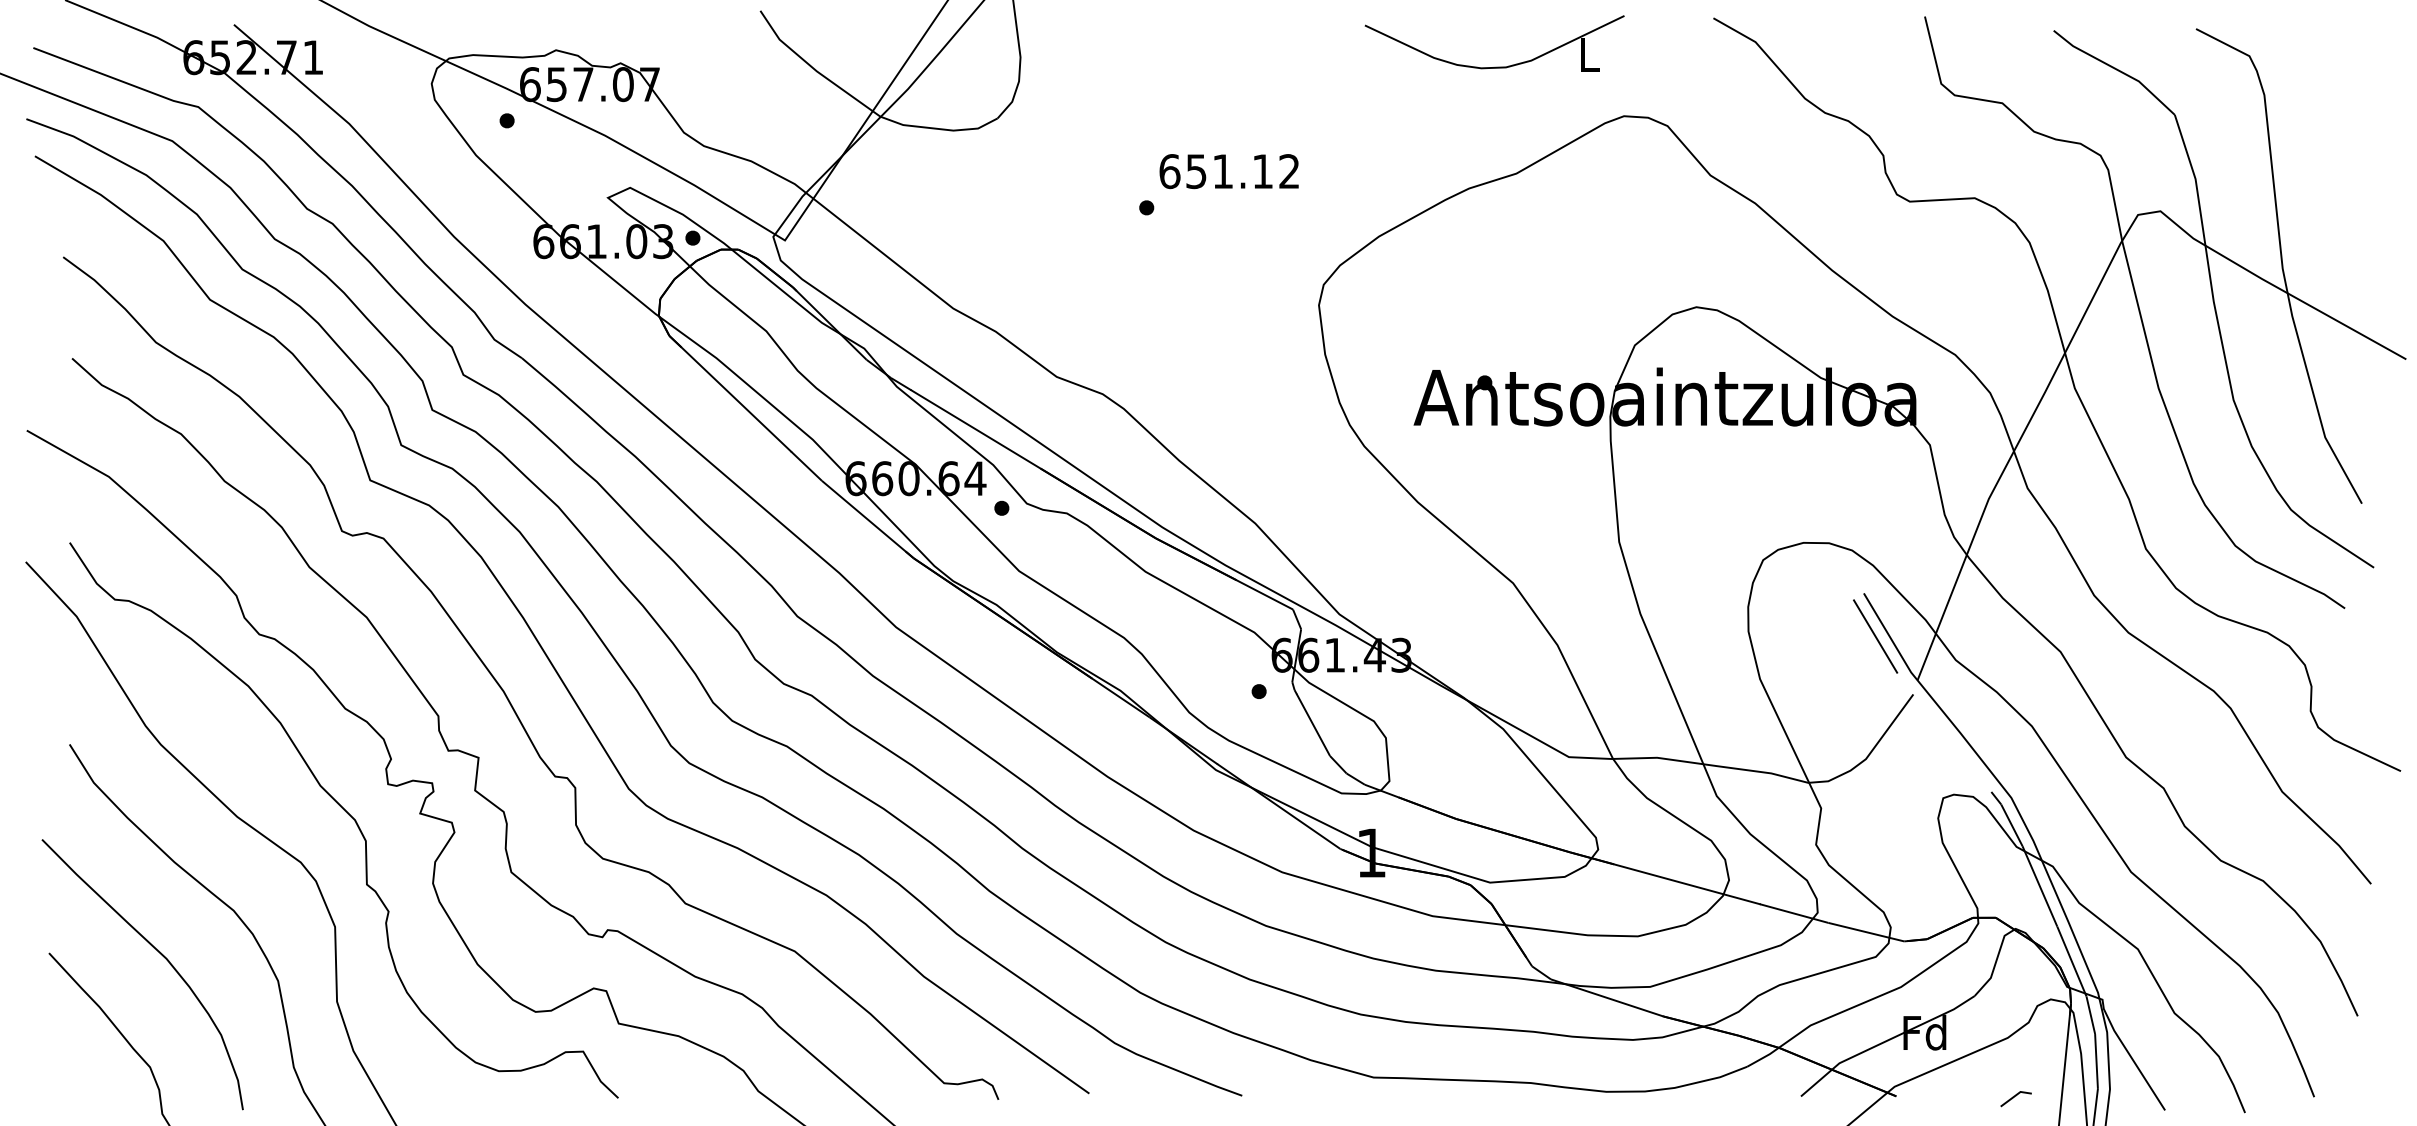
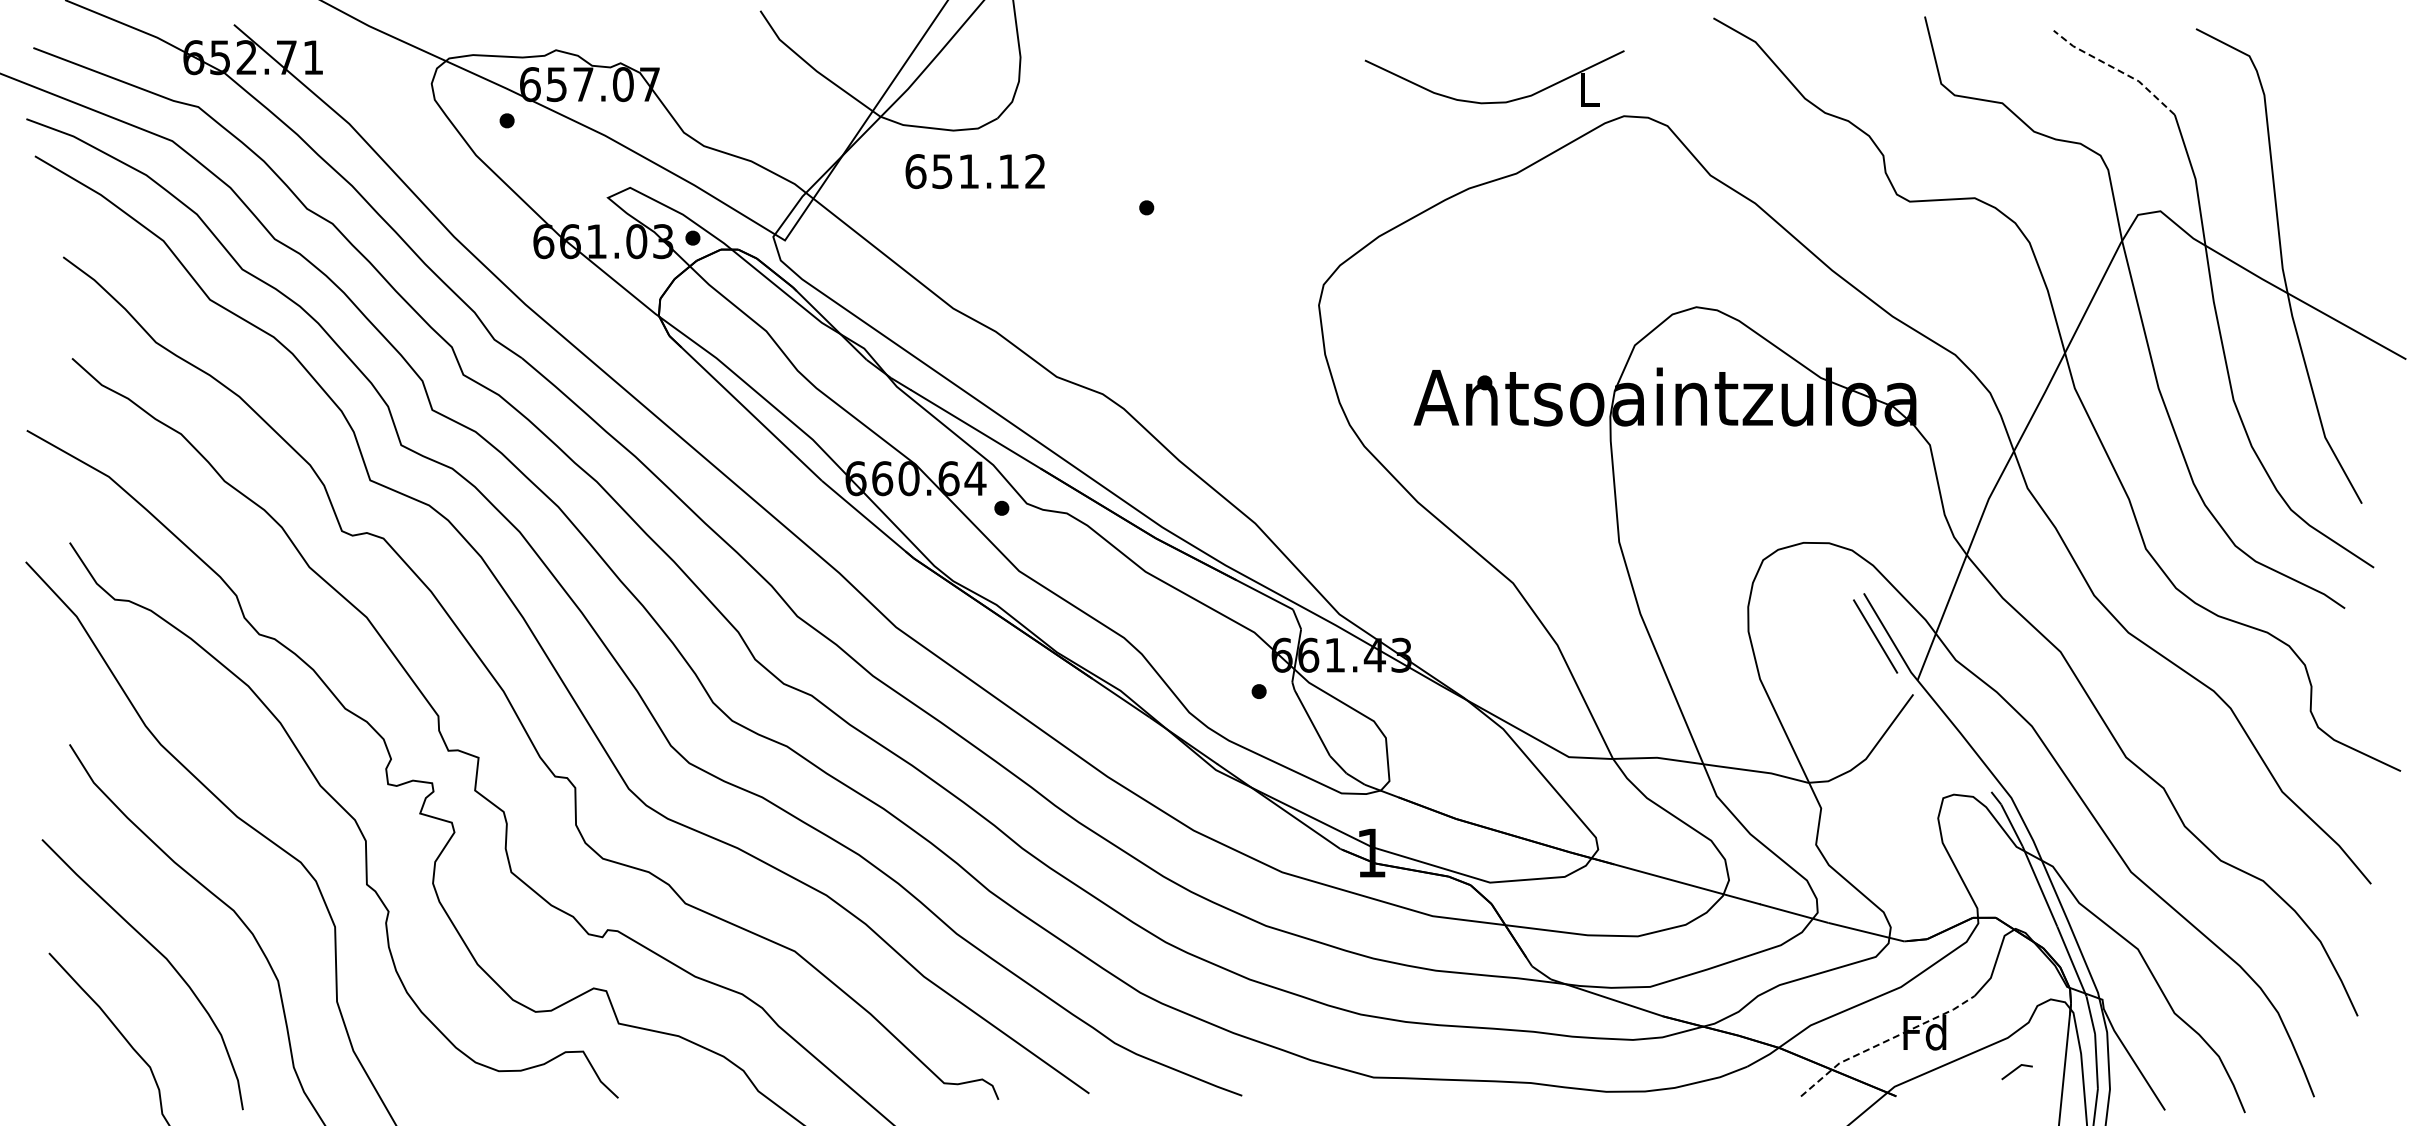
part at (1494, 66) position: (1494, 66) -> (1494, 101)
line at (2116, 69): solid -> dashed
text at (1228, 171) position: (1228, 171) -> (974, 171)
line at (1885, 1041): solid -> dashed
line at (2014, 1097) position: (2014, 1097) -> (2015, 1070)
